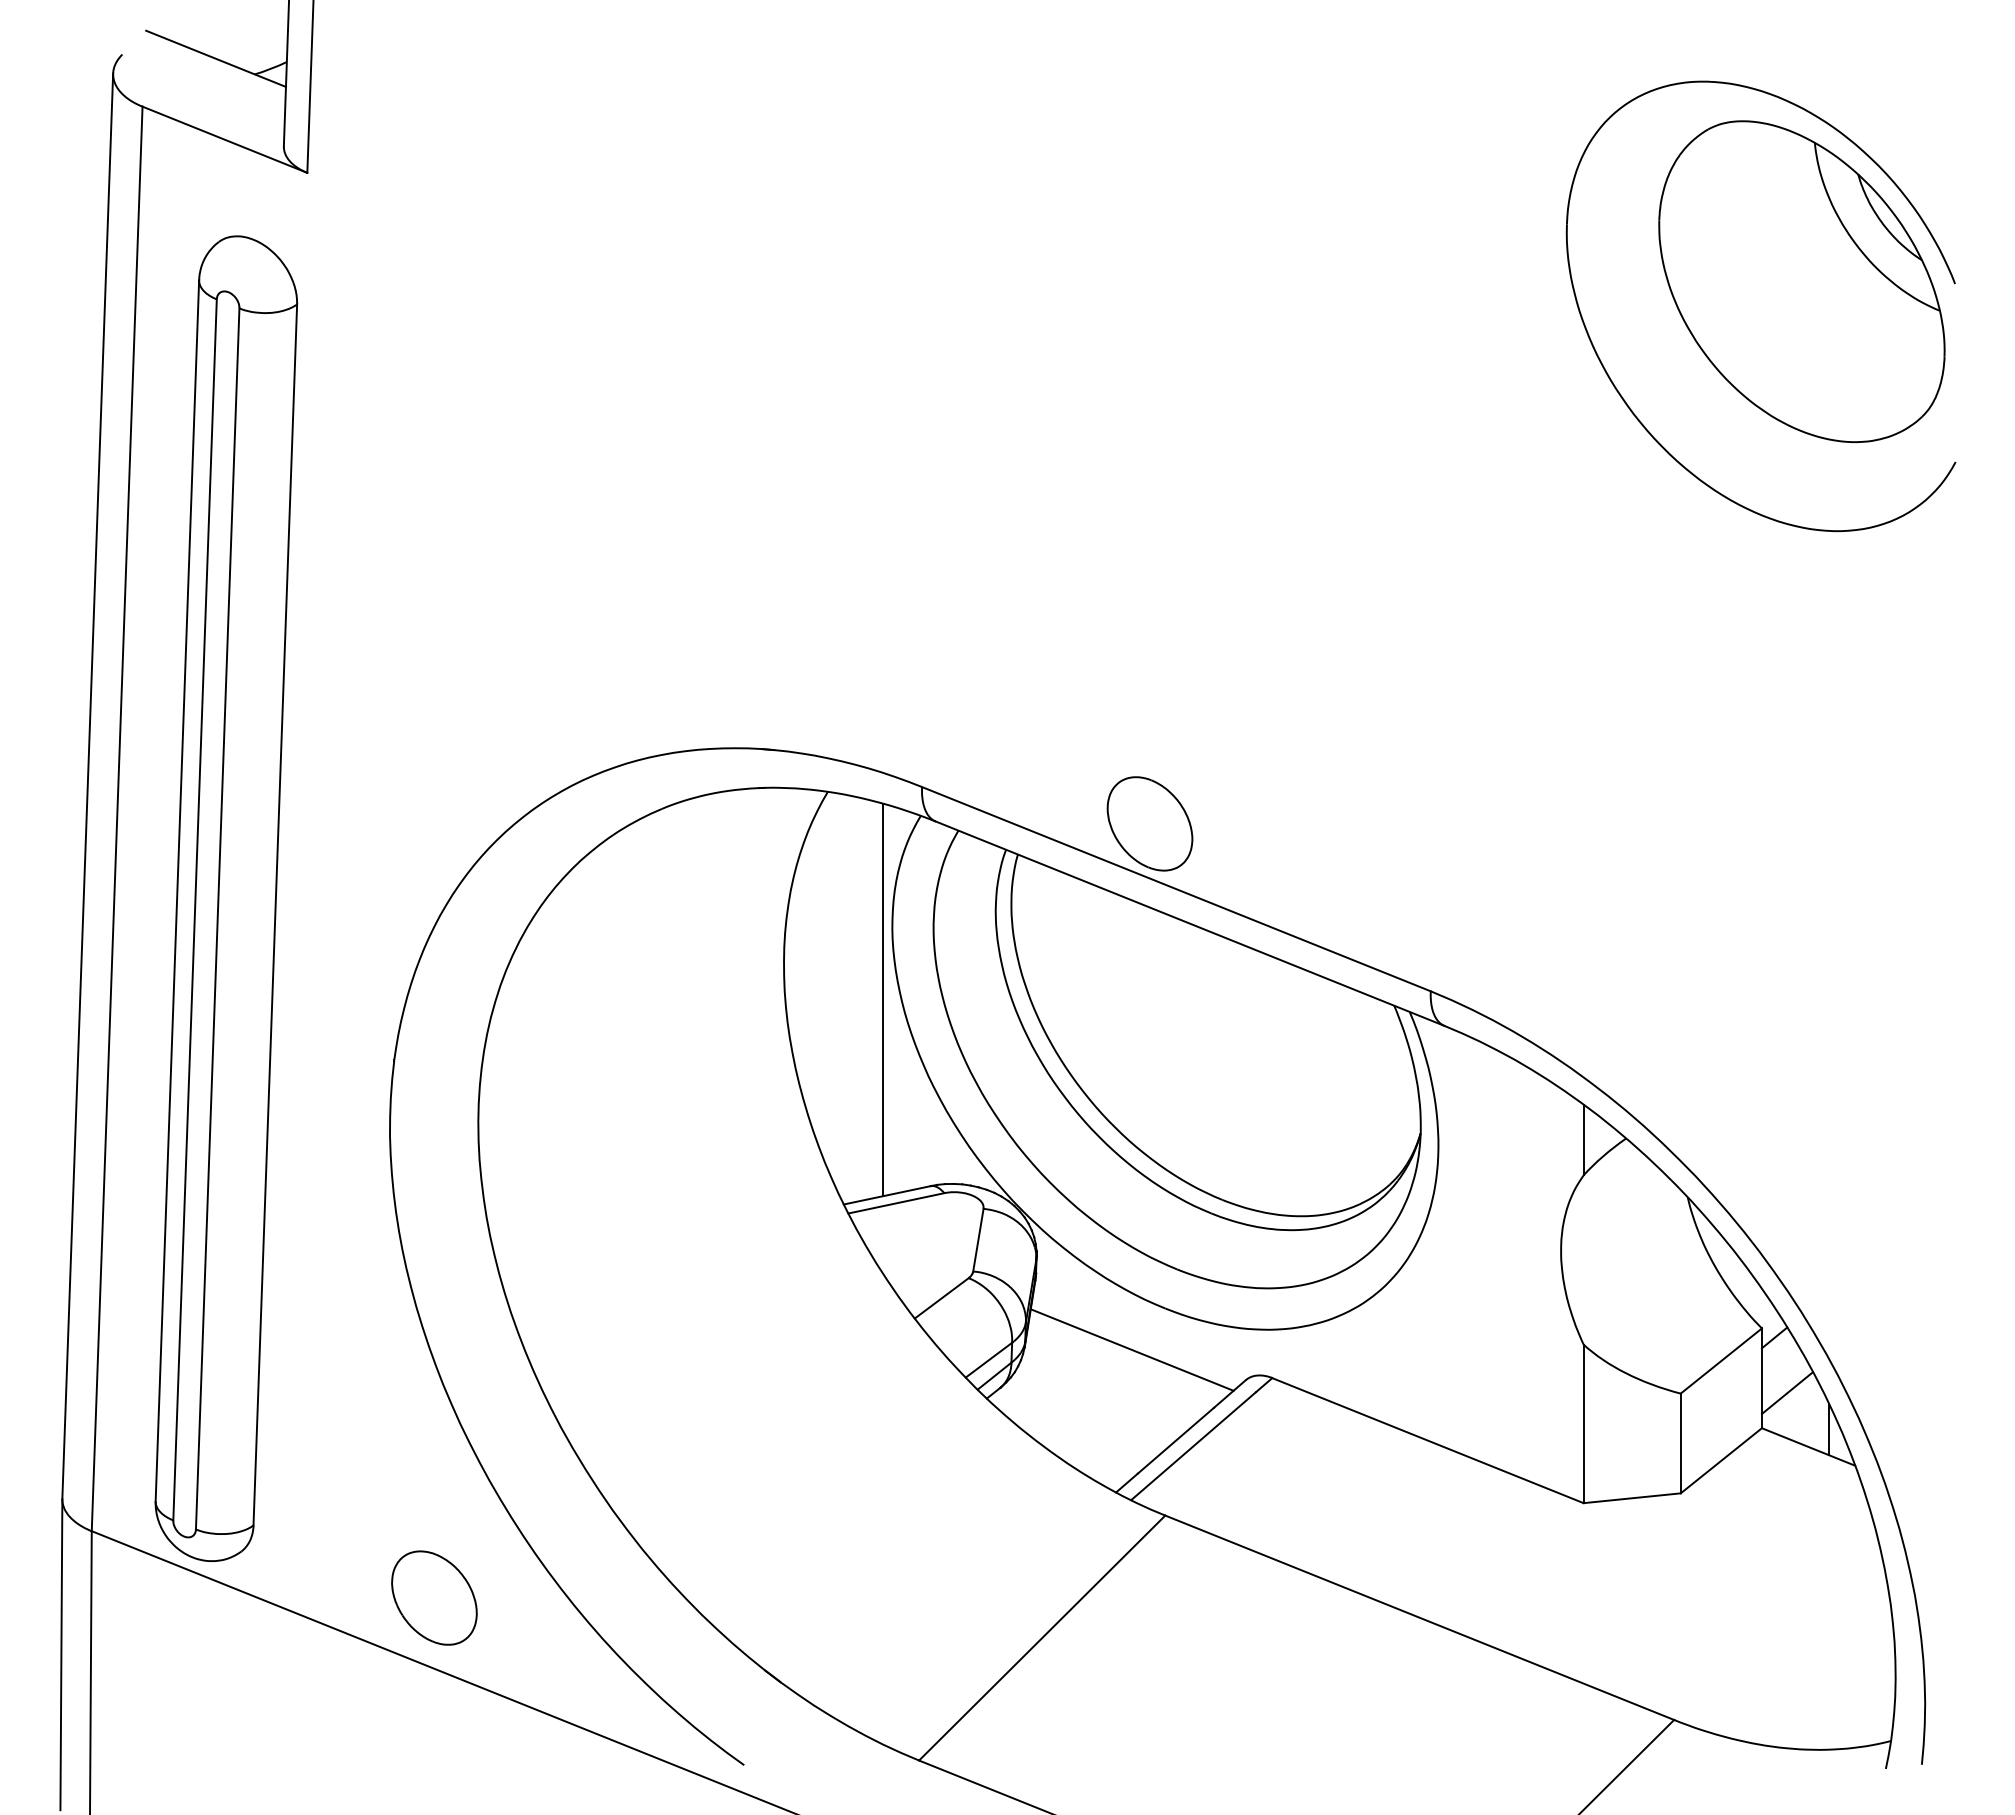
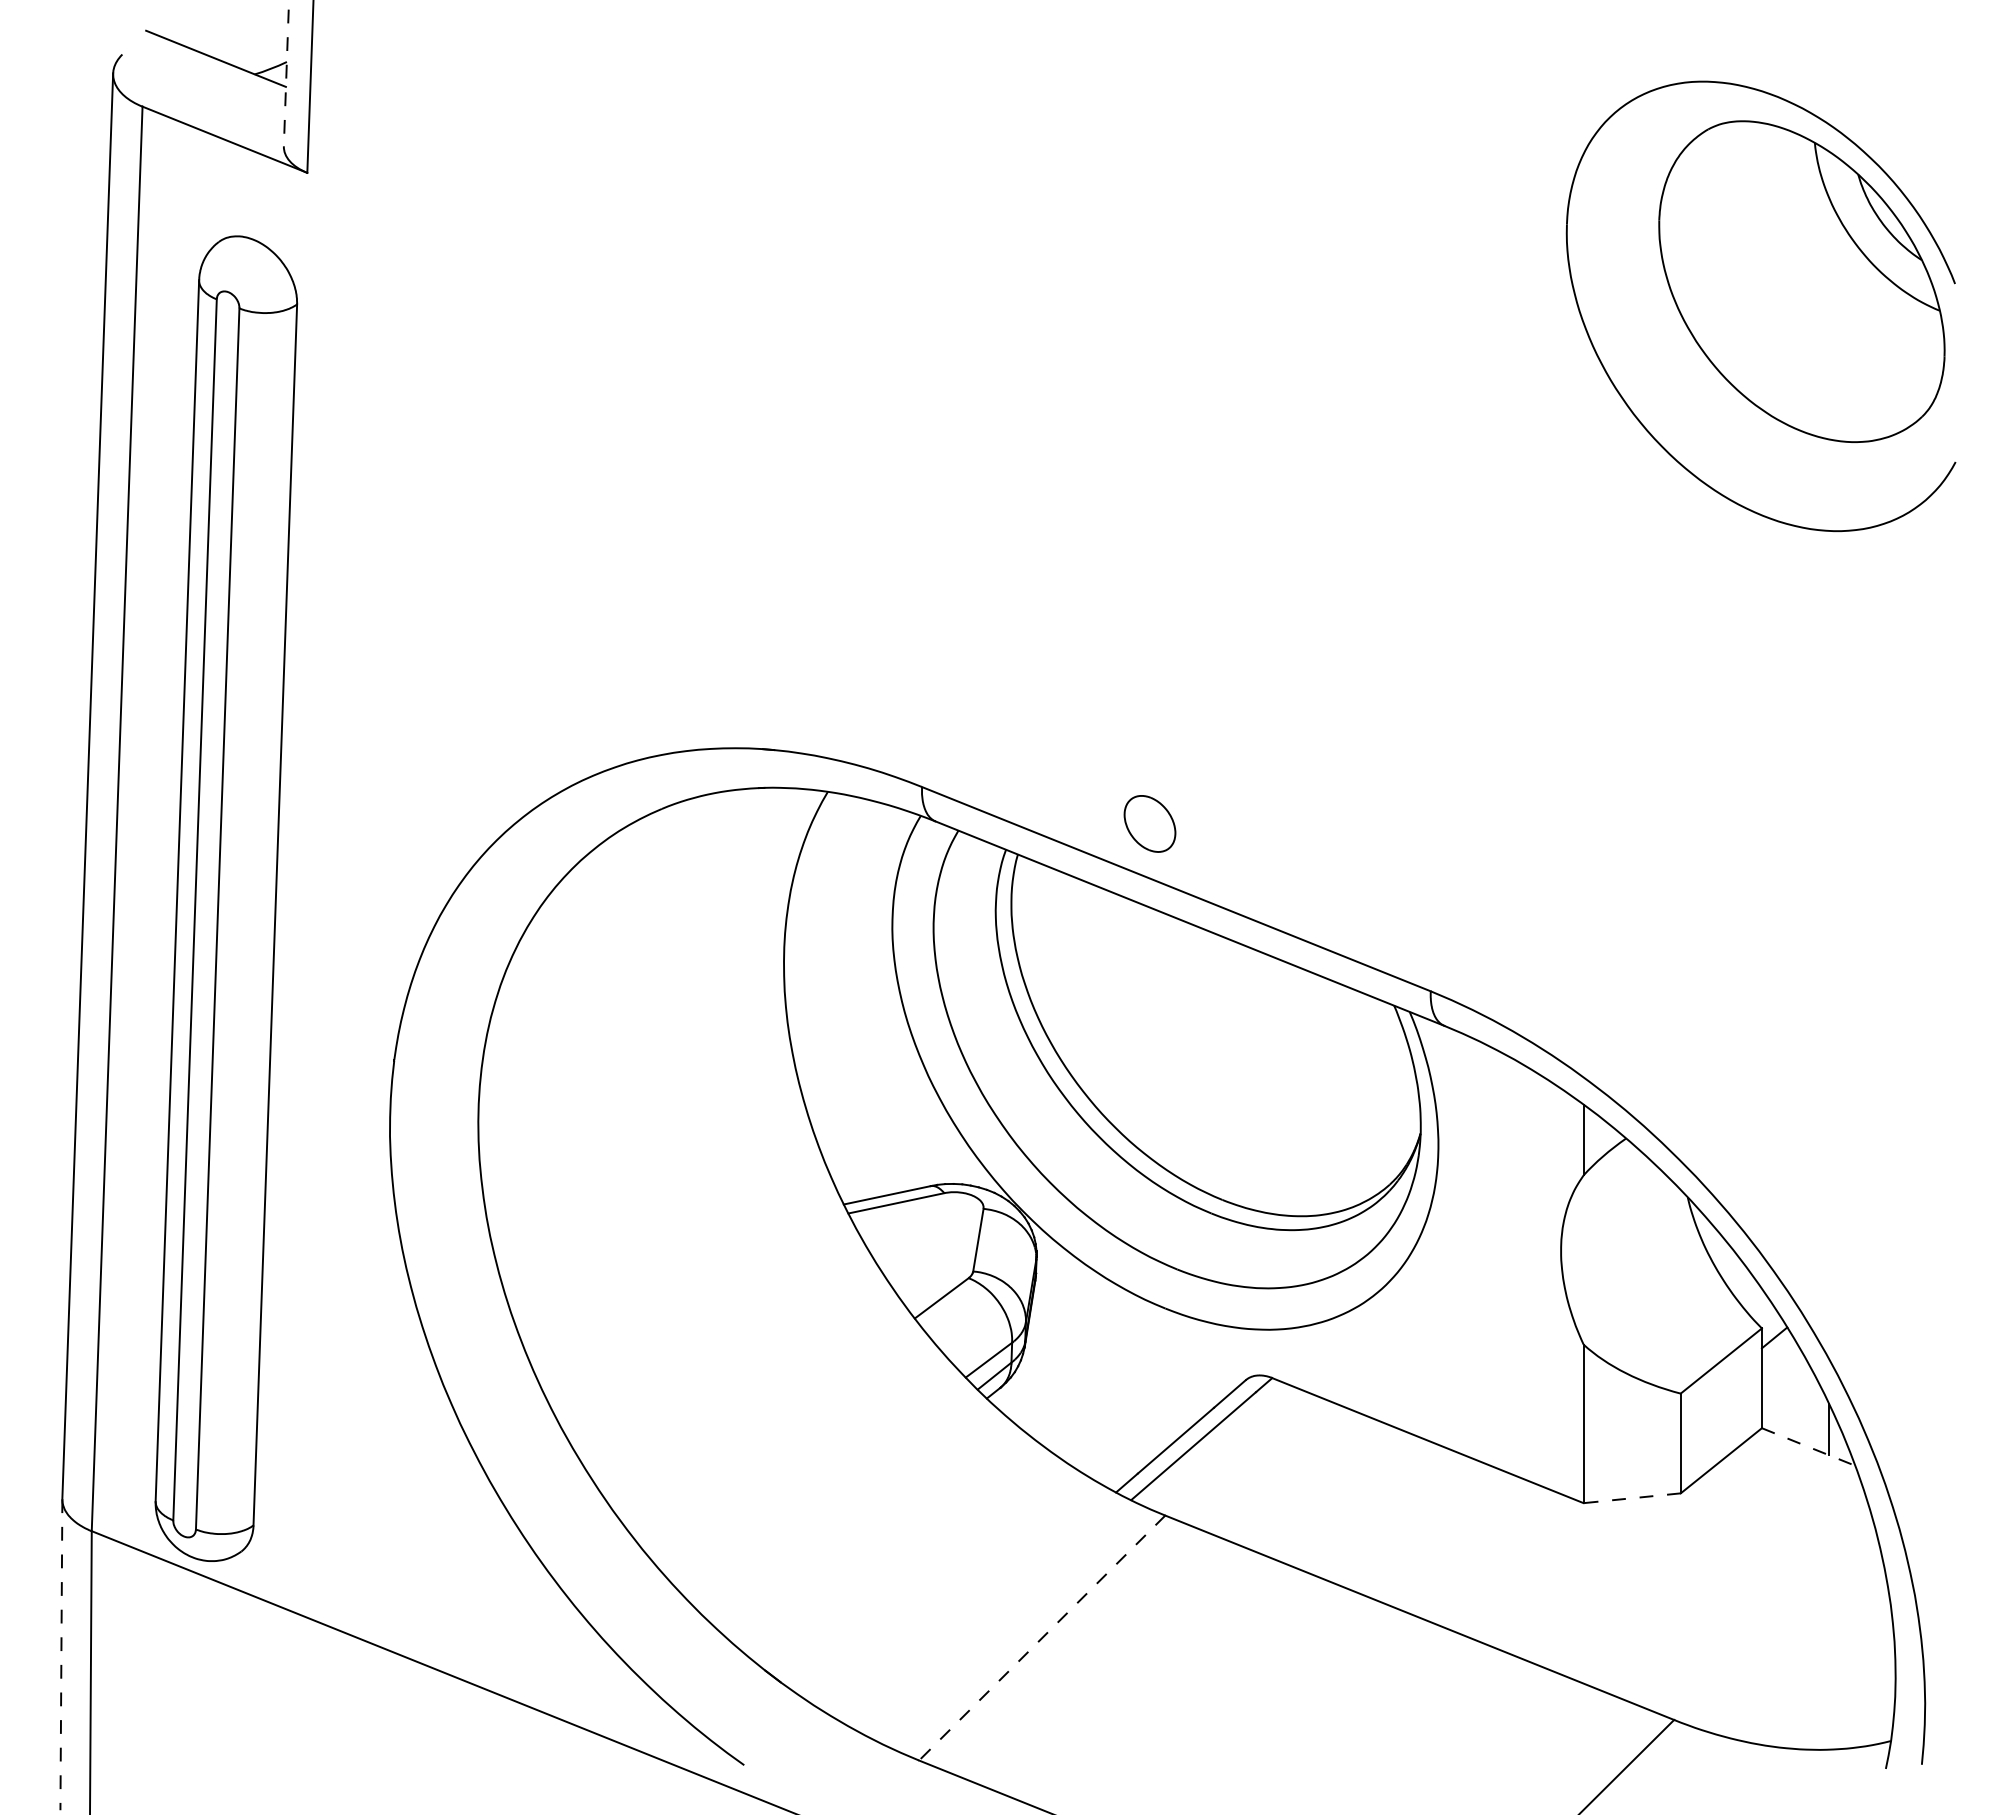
line at (286, 73): solid -> dashed
part at (1149, 823) size: 88x96 px -> 54x58 px
line at (882, 999): present -> none
line at (1131, 1349): present -> none
line at (1786, 1393): present -> none
line at (1809, 1447): solid -> dashed
line at (1632, 1498): solid -> dashed
part at (434, 1597): present -> none
line at (1042, 1638): solid -> dashed
line at (61, 1655): solid -> dashed
